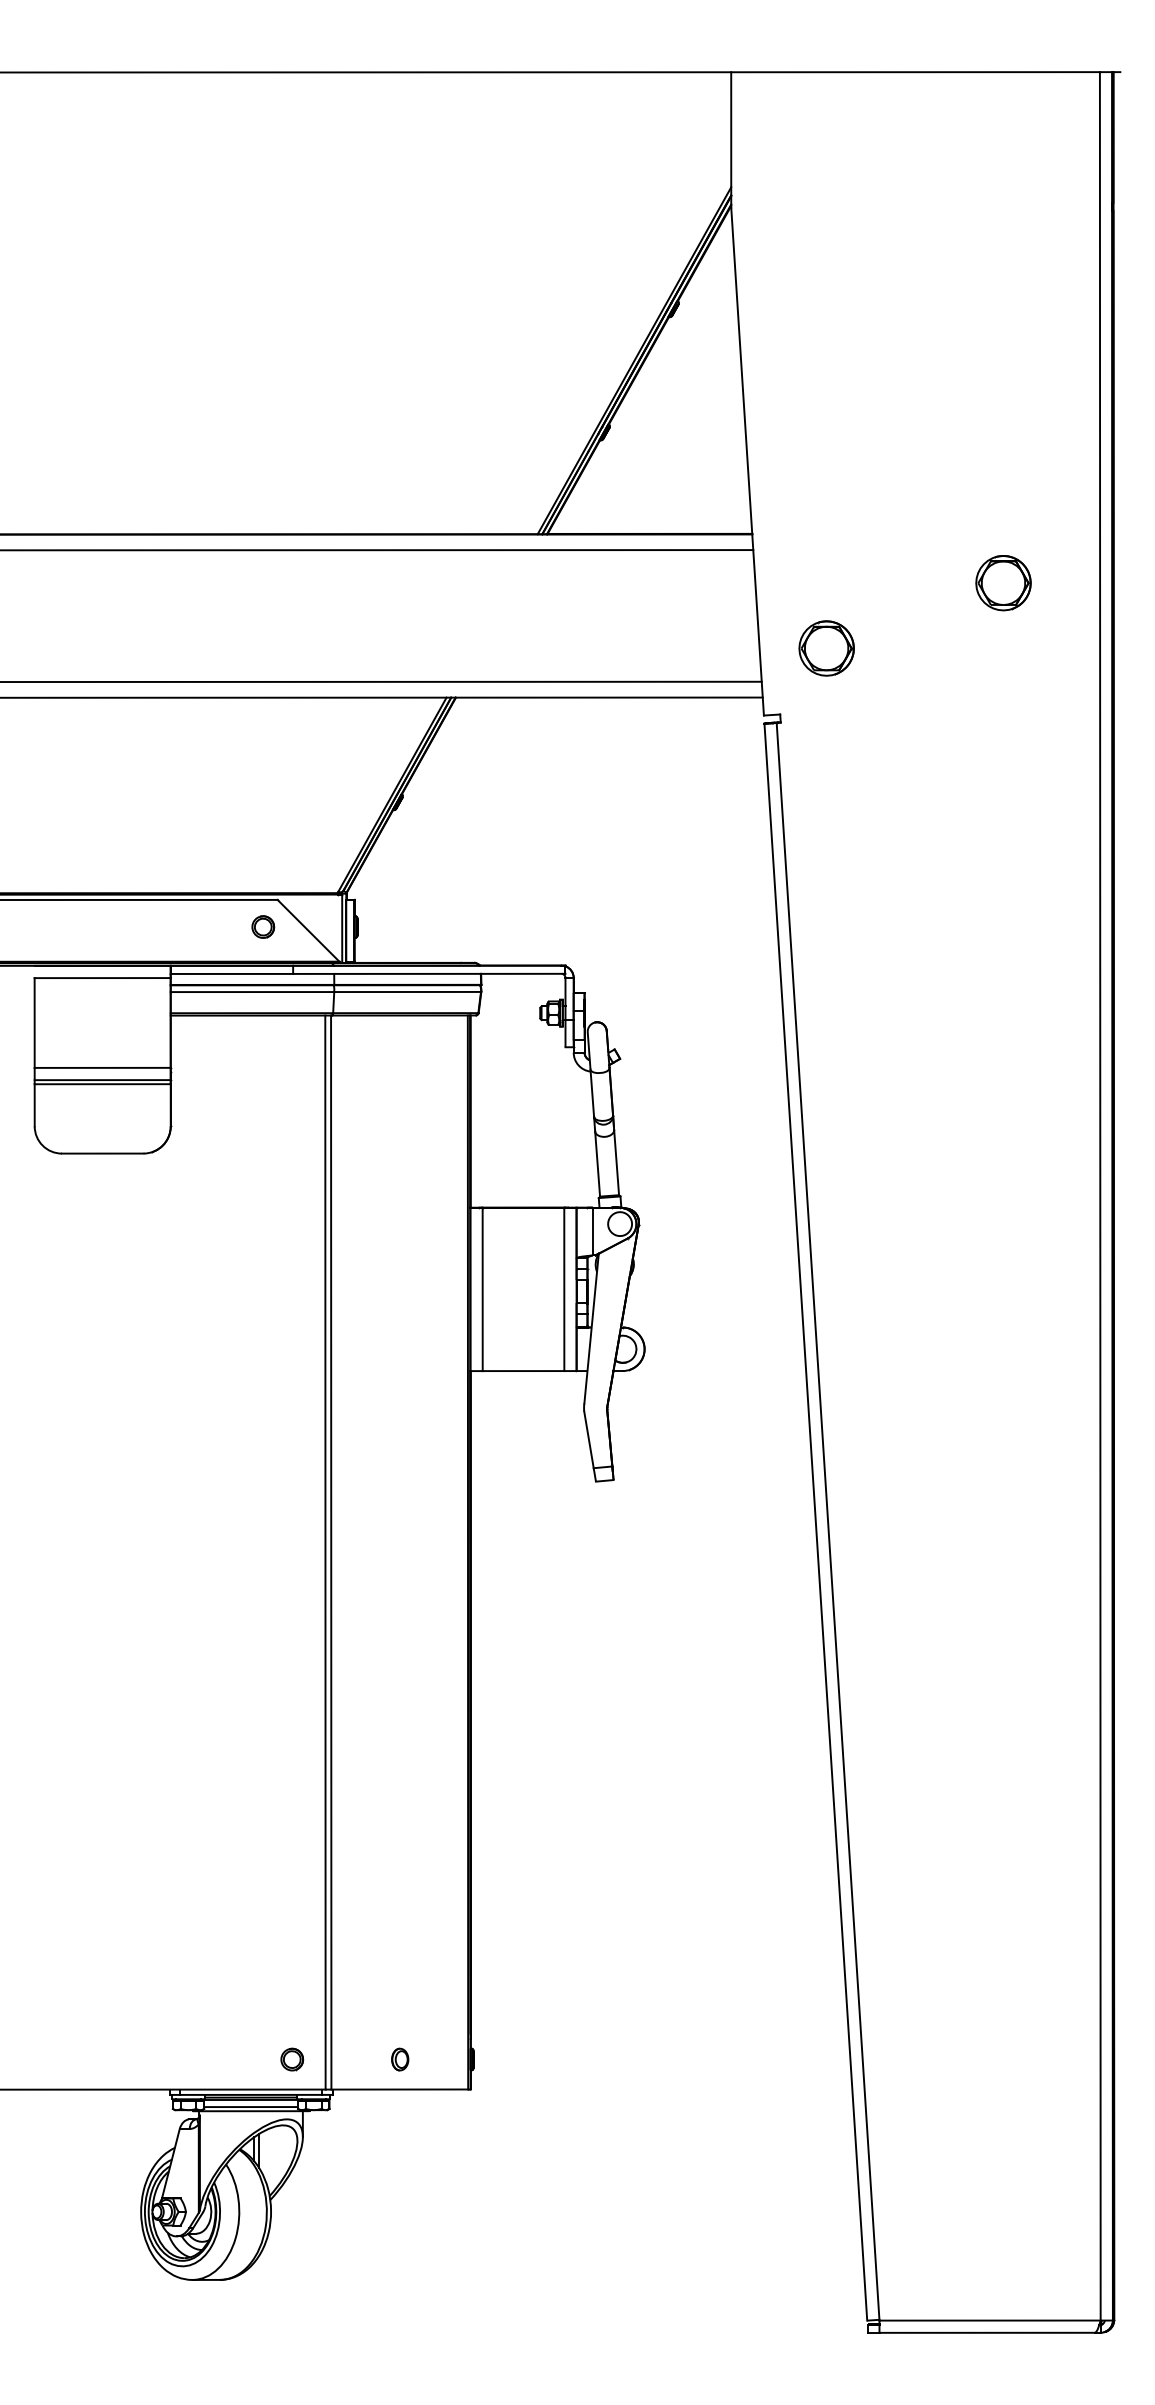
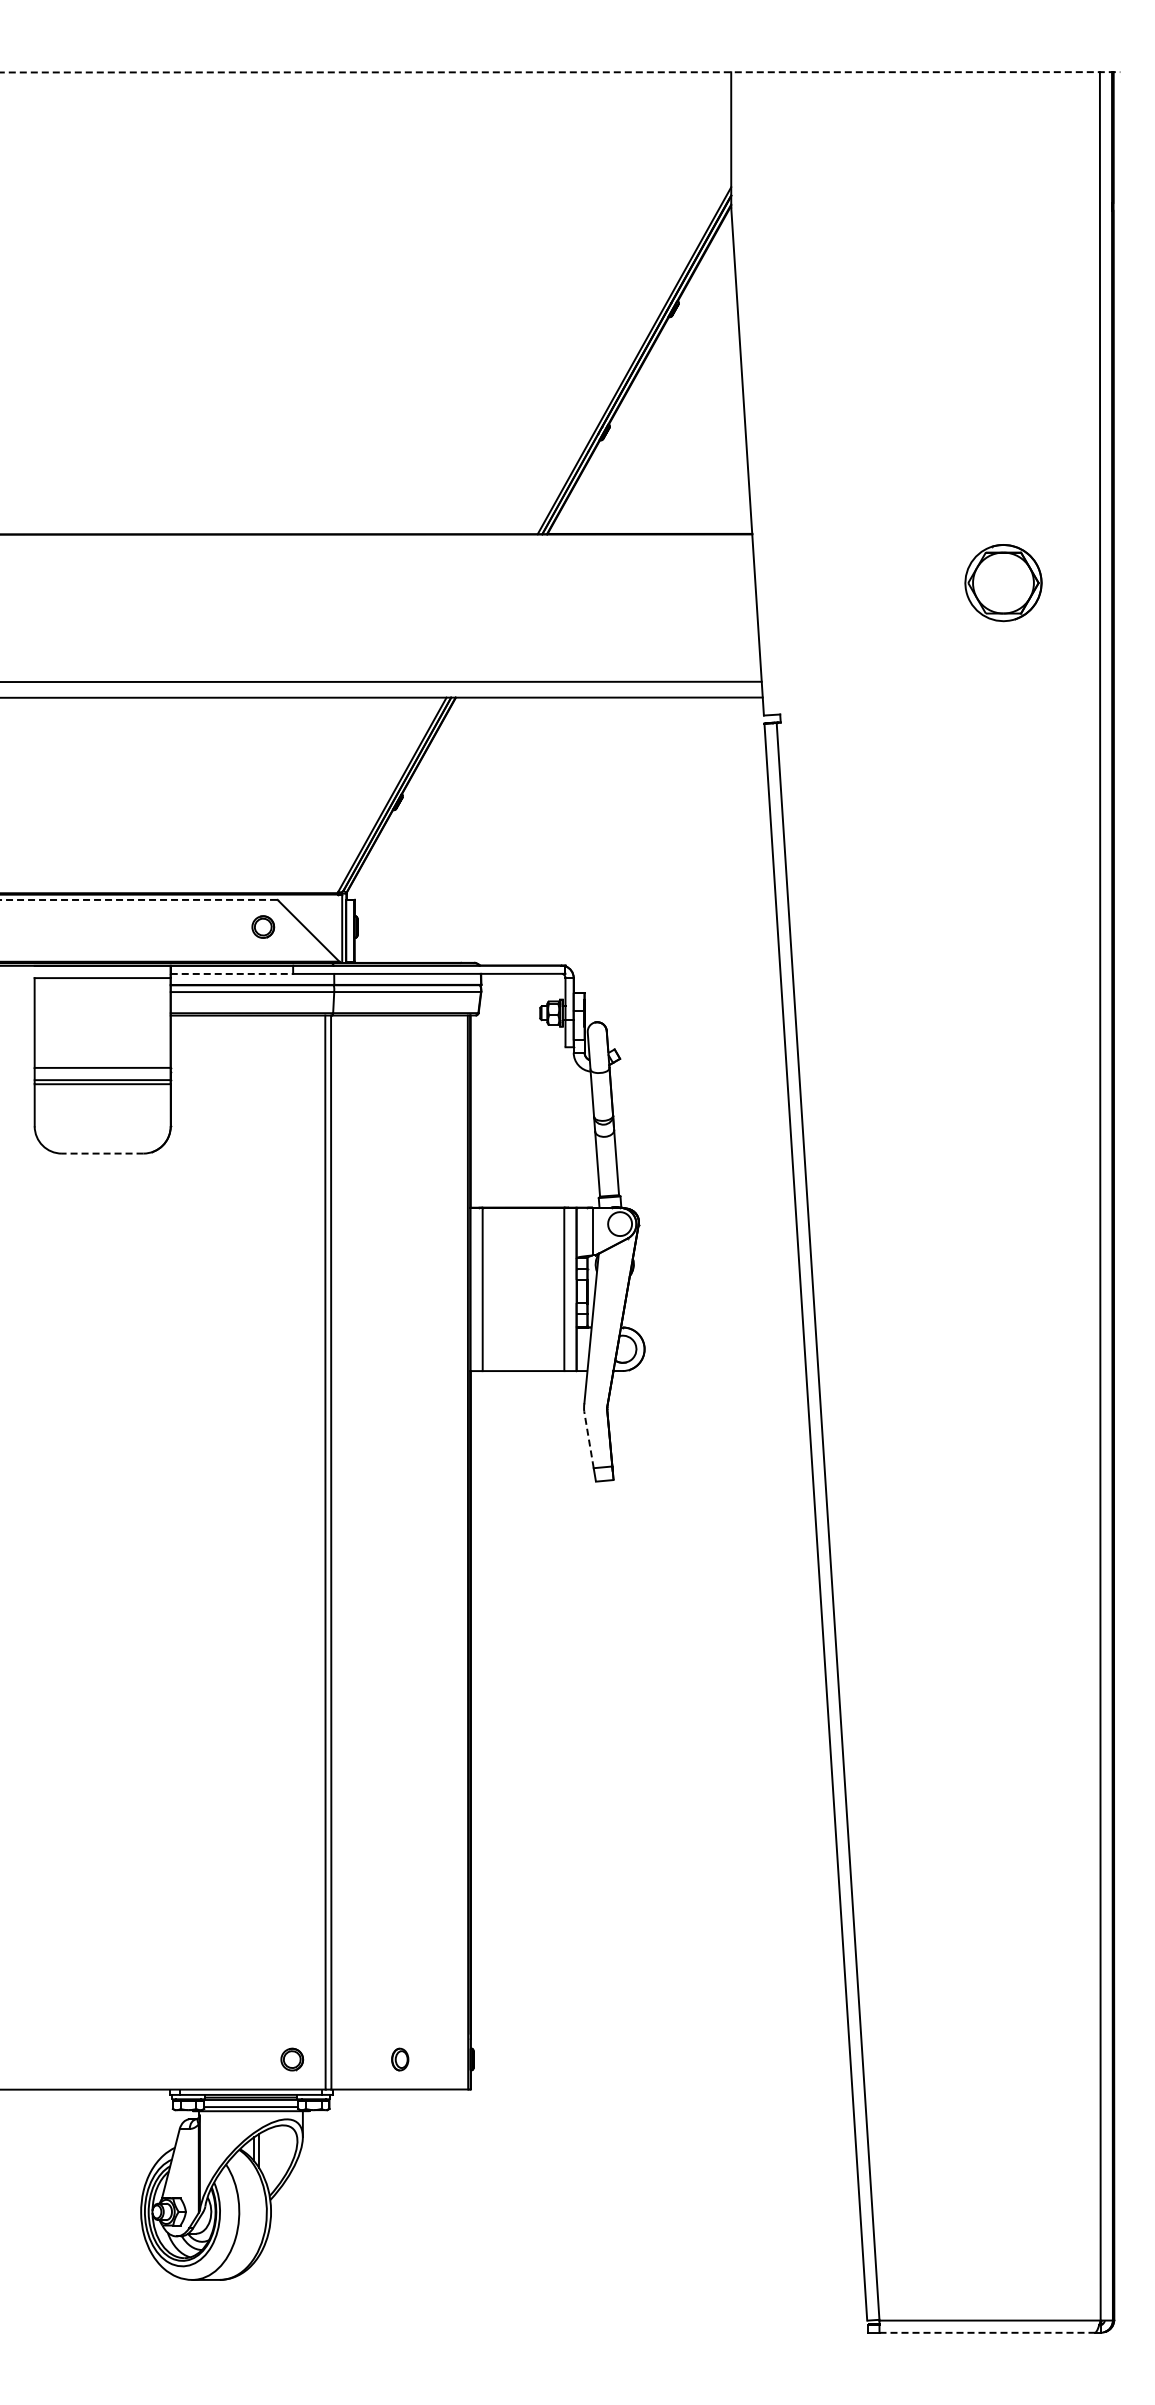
line at (560, 72): solid -> dashed
line at (377, 550): present -> none
part at (1003, 583) size: 57x57 px -> 79x79 px
part at (826, 648): present -> none
line at (139, 899): solid -> dashed
line at (232, 973): solid -> dashed
line at (102, 1153): solid -> dashed
line at (588, 1439): solid -> dashed
line at (987, 2332): solid -> dashed
